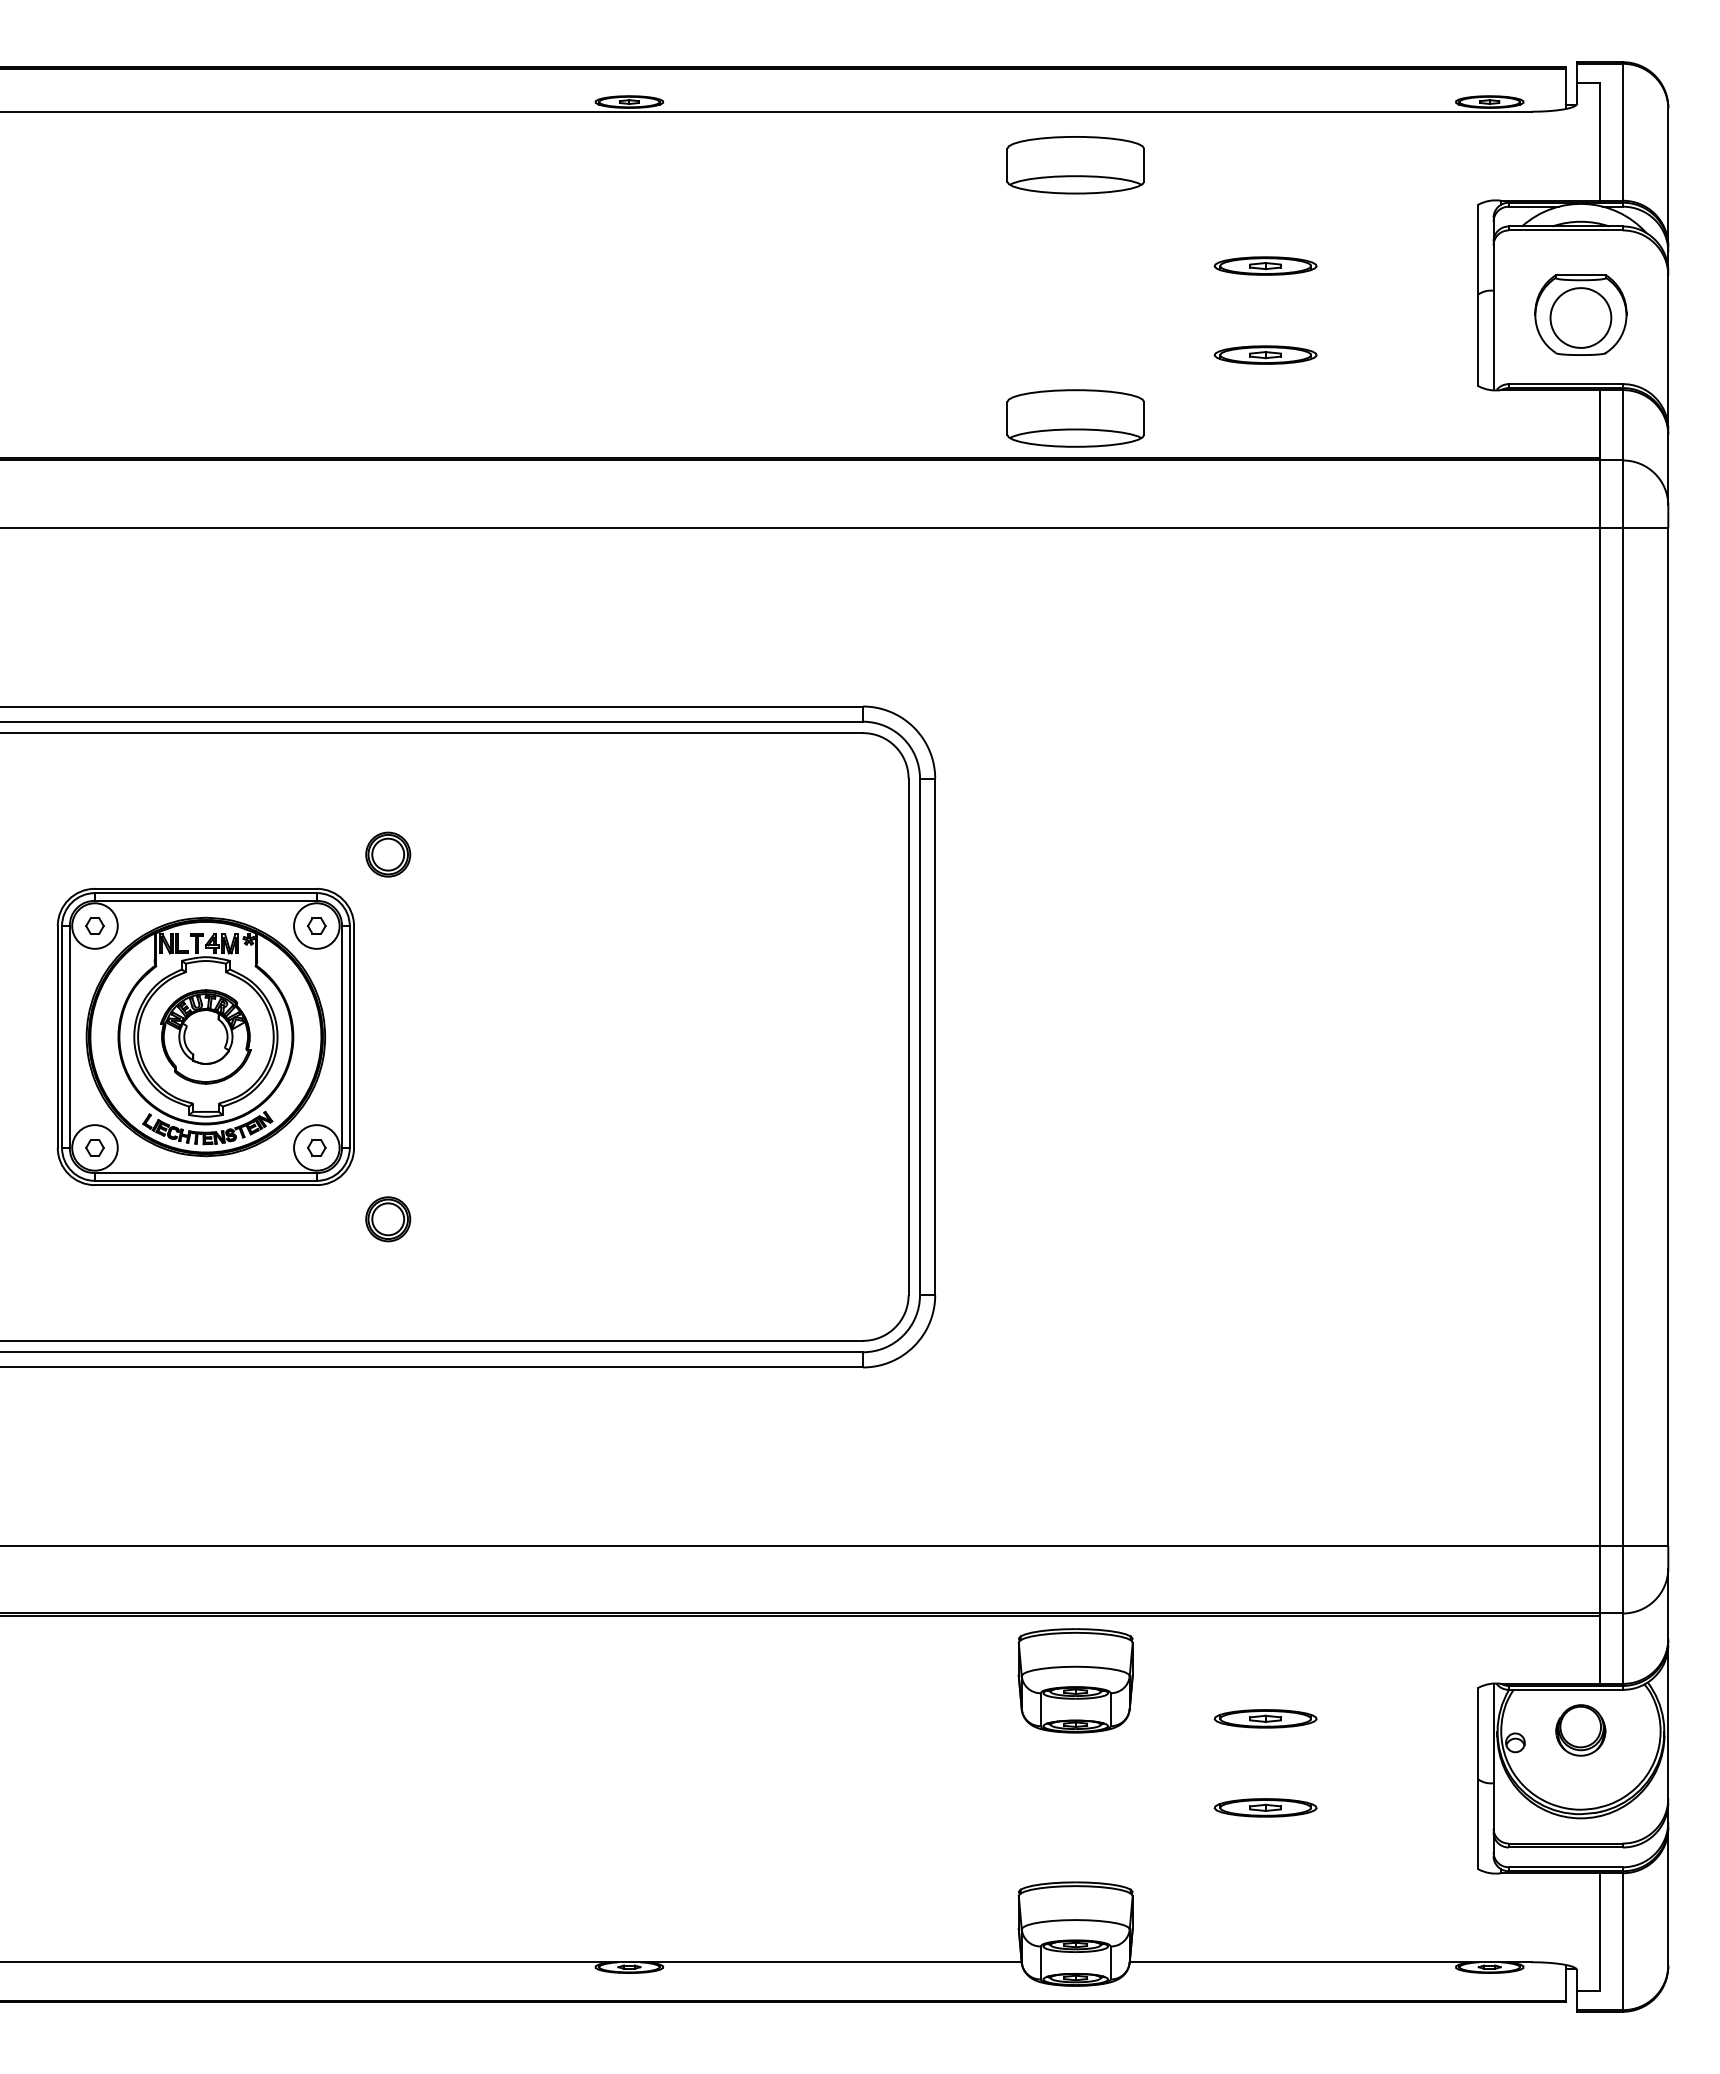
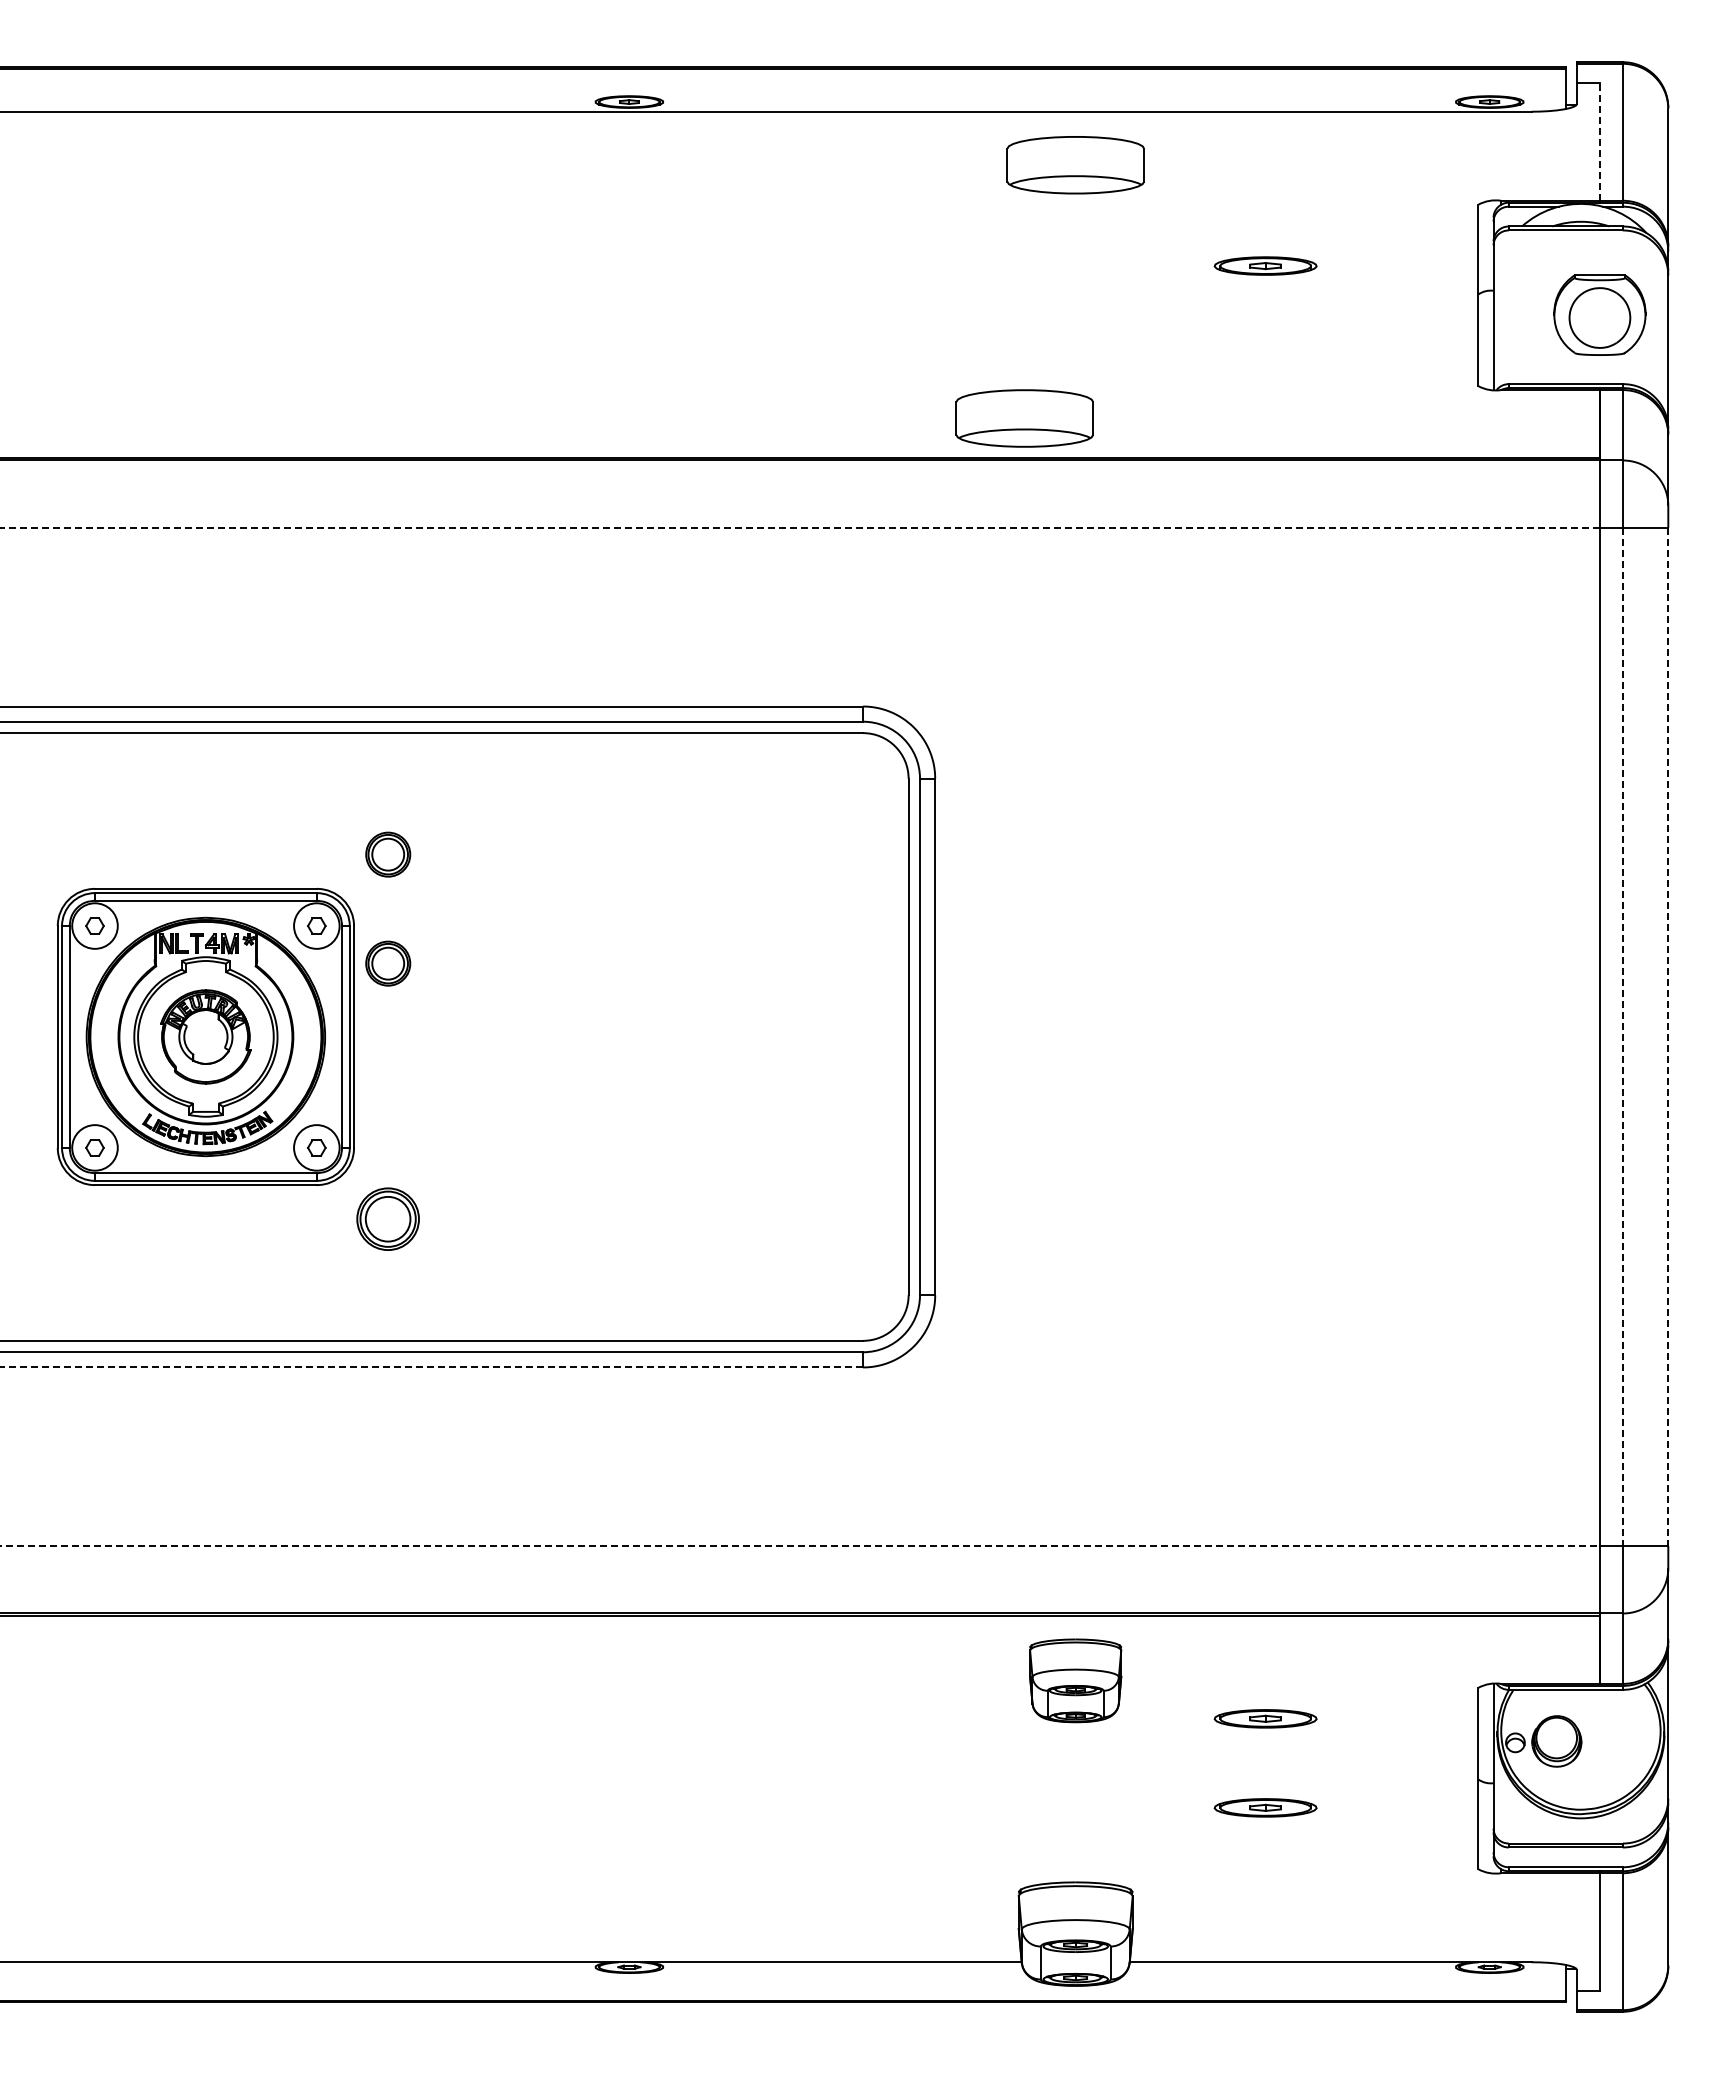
line at (1599, 141): solid -> dashed
part at (1580, 314) position: (1580, 314) -> (1599, 314)
part at (1265, 354): present -> none
part at (1075, 418) position: (1075, 418) -> (1024, 418)
line at (800, 527): solid -> dashed
part at (388, 963): none -> present
line at (1622, 1037): solid -> dashed
line at (1668, 1037): solid -> dashed
part at (388, 1219) size: 47x47 px -> 64x64 px
line at (431, 1367): solid -> dashed
line at (800, 1546): solid -> dashed
part at (1075, 1680) size: 117x106 px -> 94x86 px
part at (1580, 1730) position: (1580, 1730) -> (1556, 1741)
